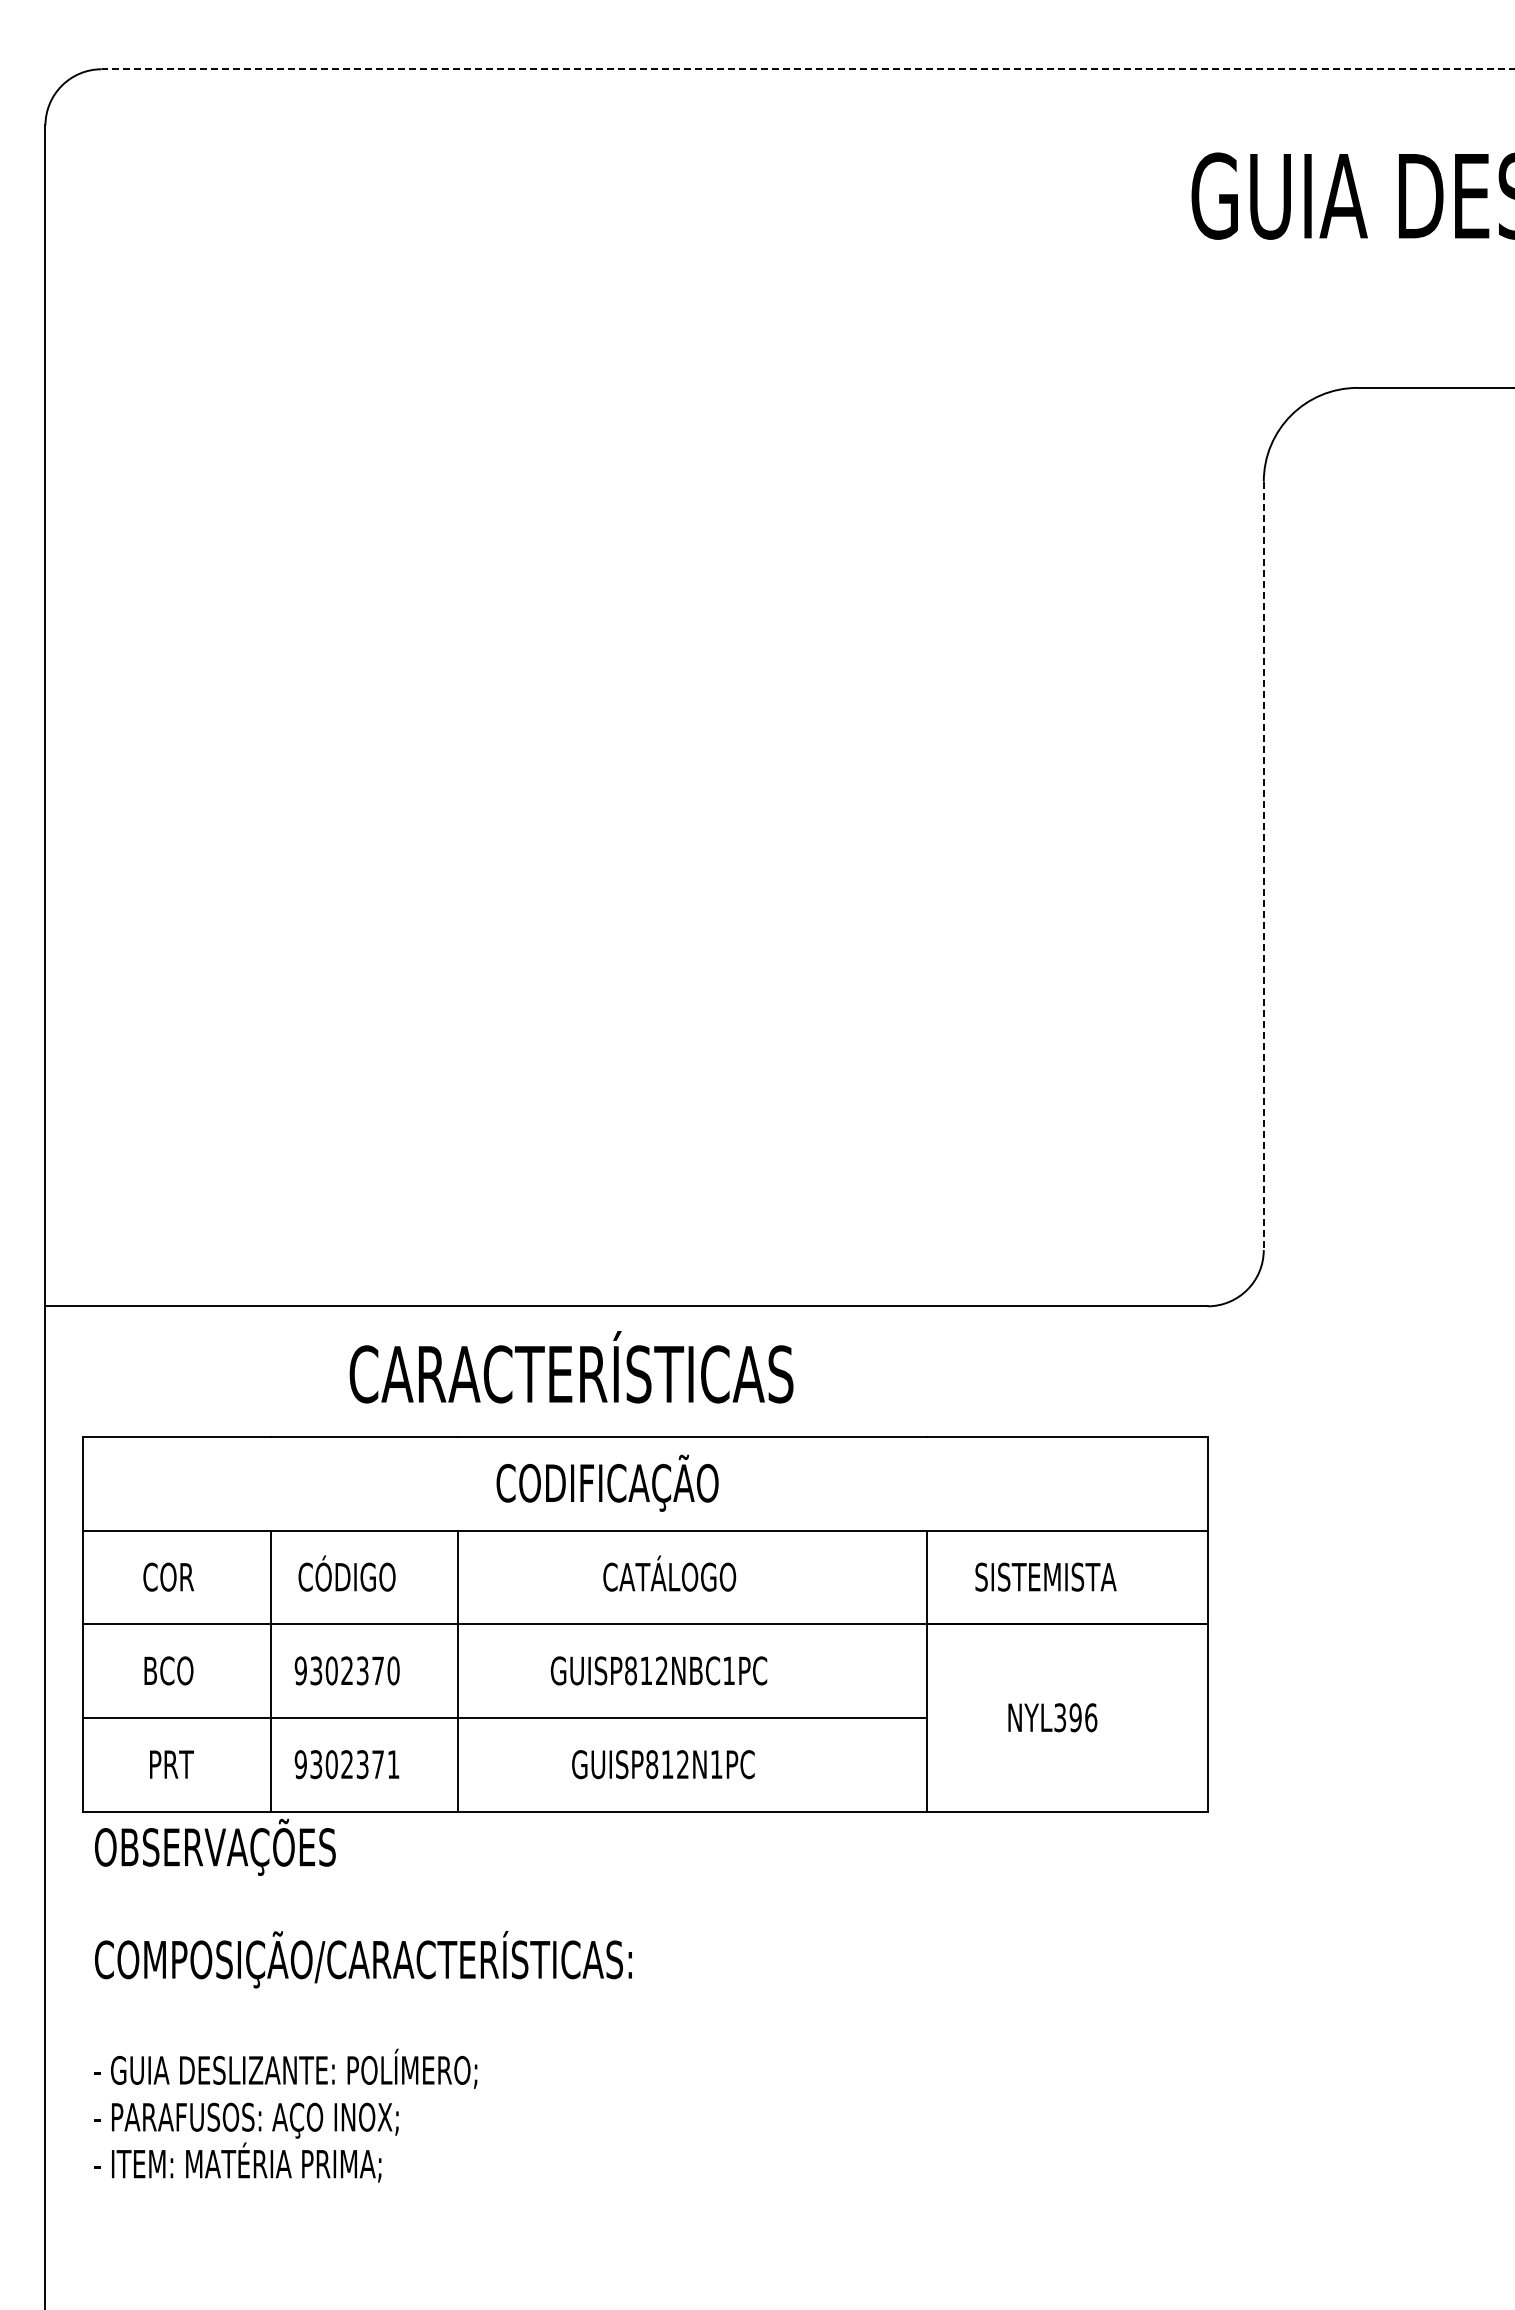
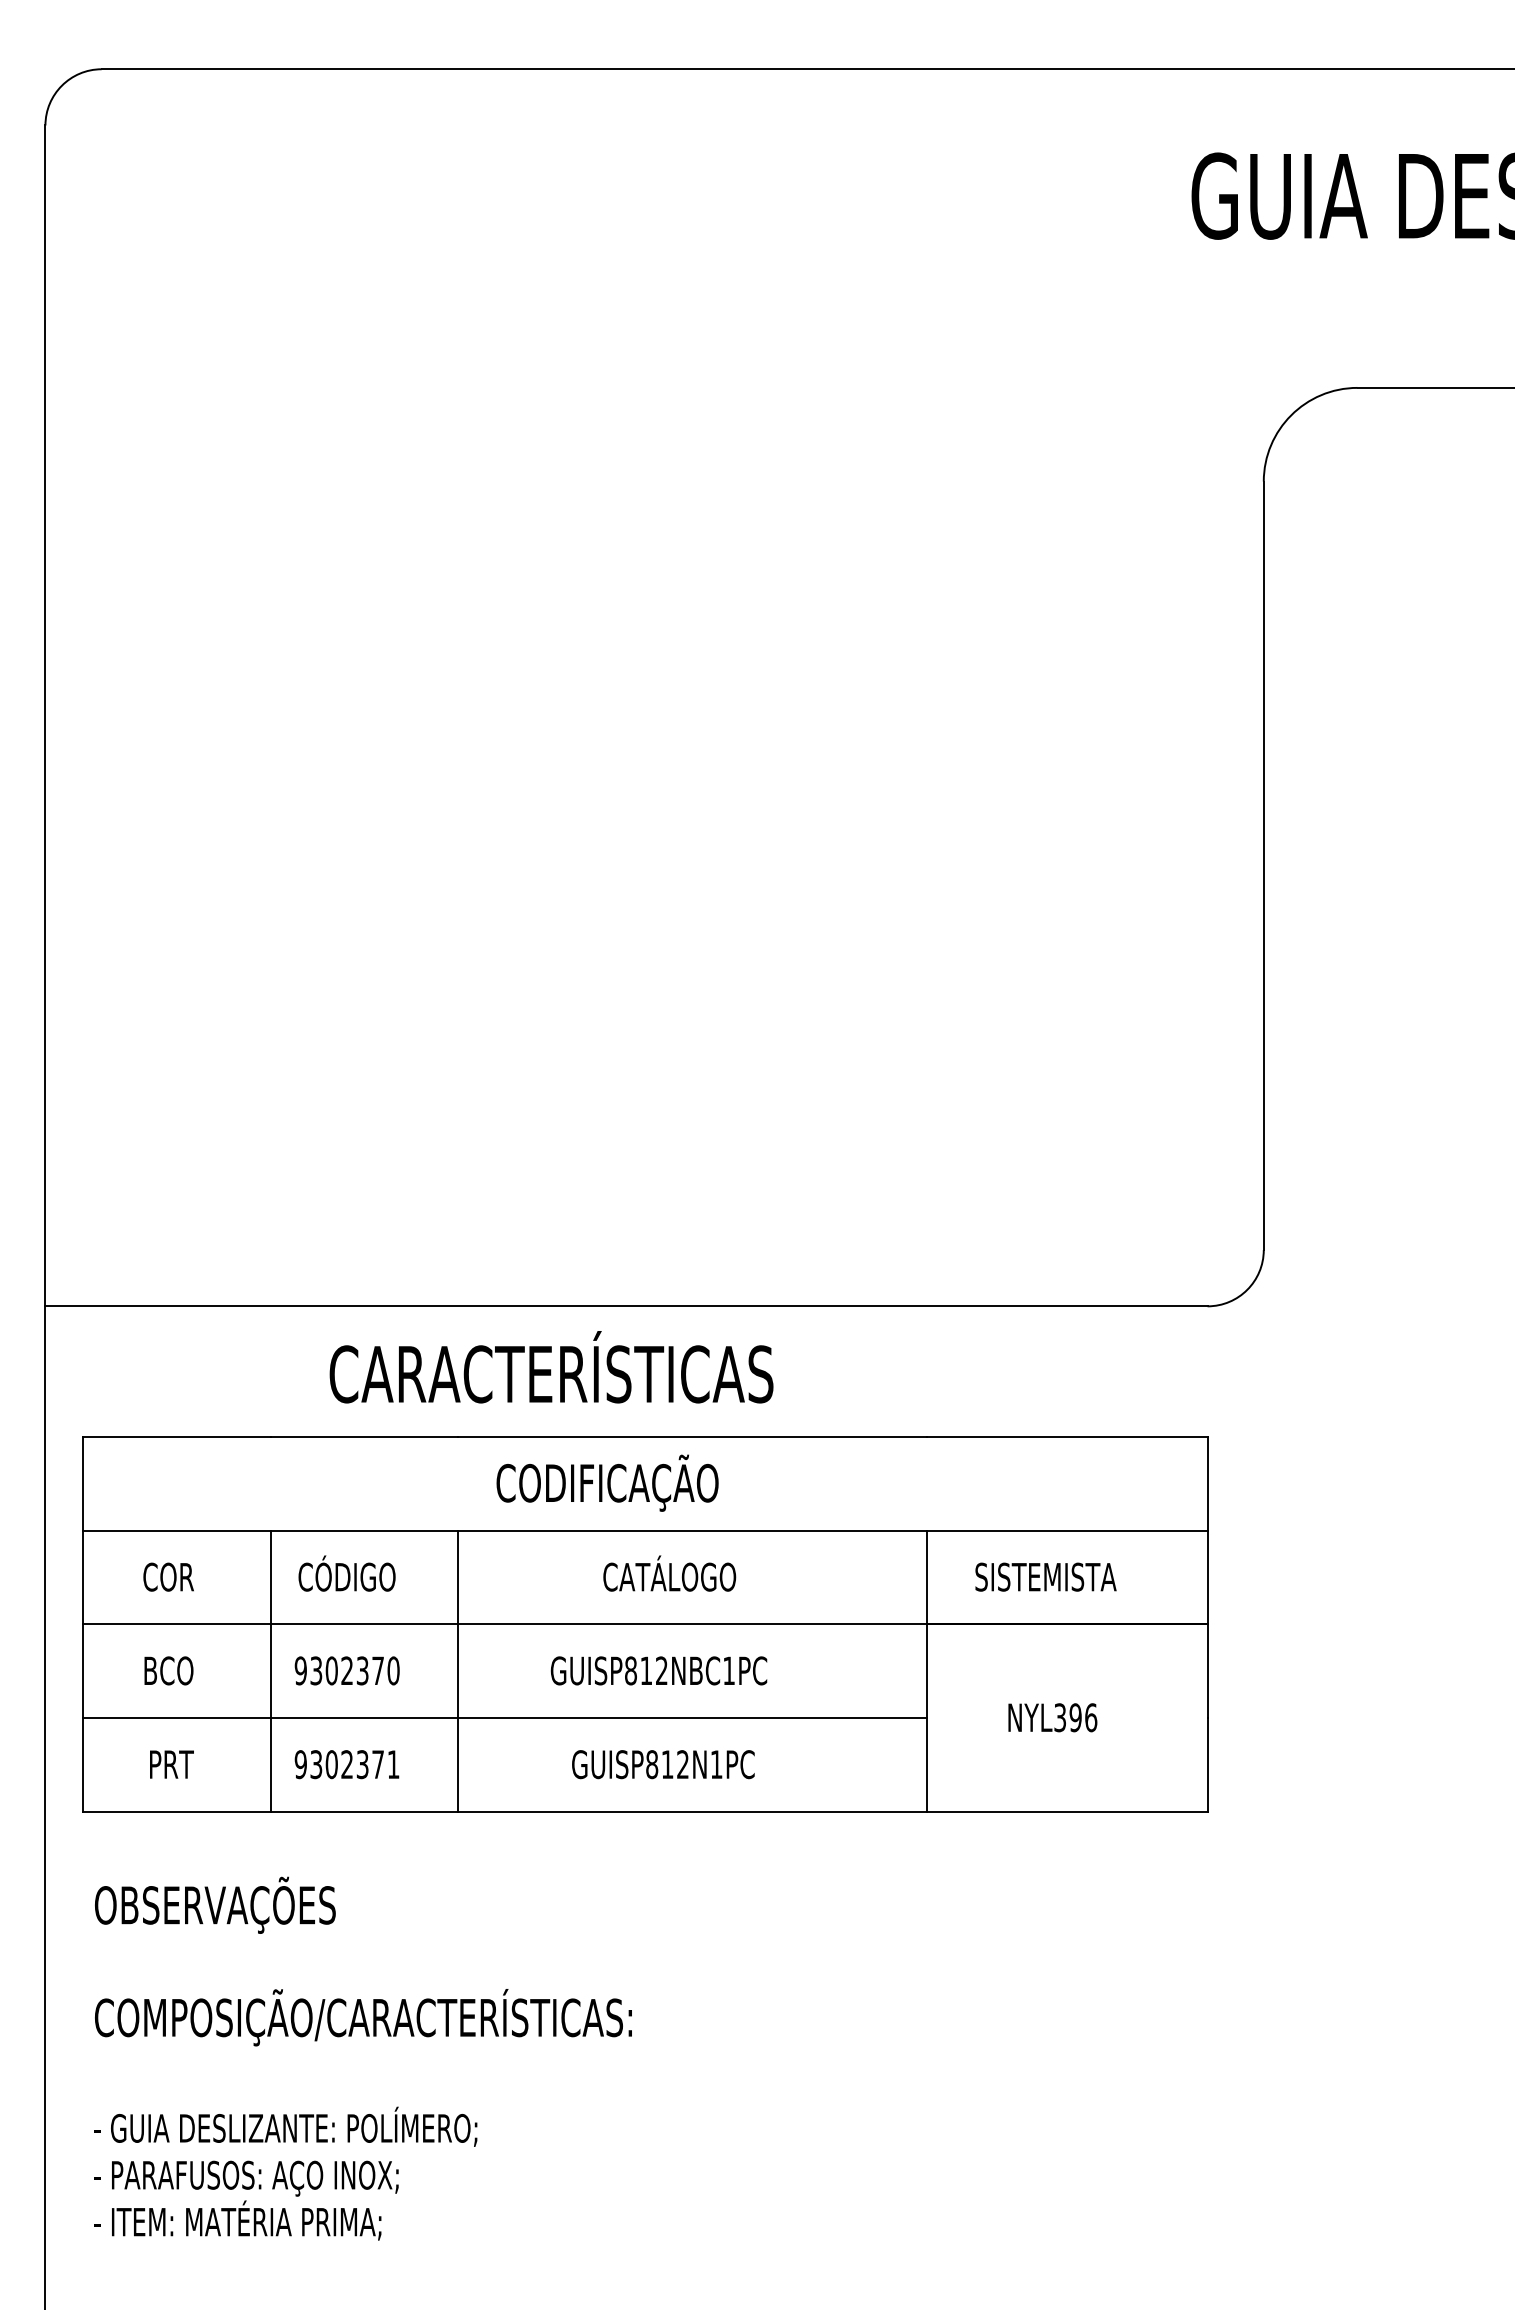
line at (807, 69): dashed -> solid
line at (1263, 866): dashed -> solid
text at (571, 1367) position: (571, 1367) -> (551, 1367)
text at (362, 2000) position: (362, 2000) -> (362, 2058)
